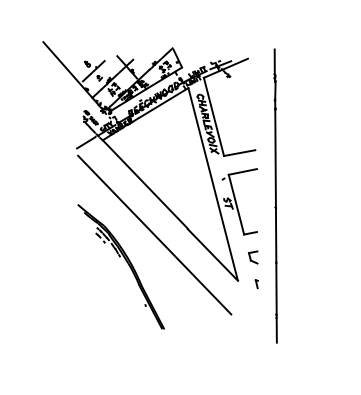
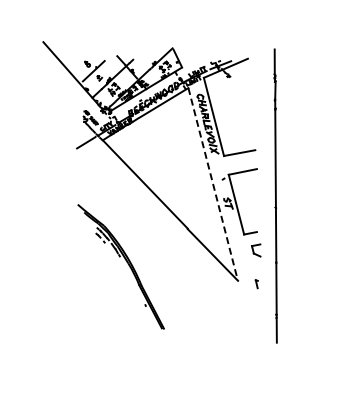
line at (213, 184): solid -> dashed
line at (154, 234): present -> none
part at (253, 257) position: (253, 257) -> (256, 250)
